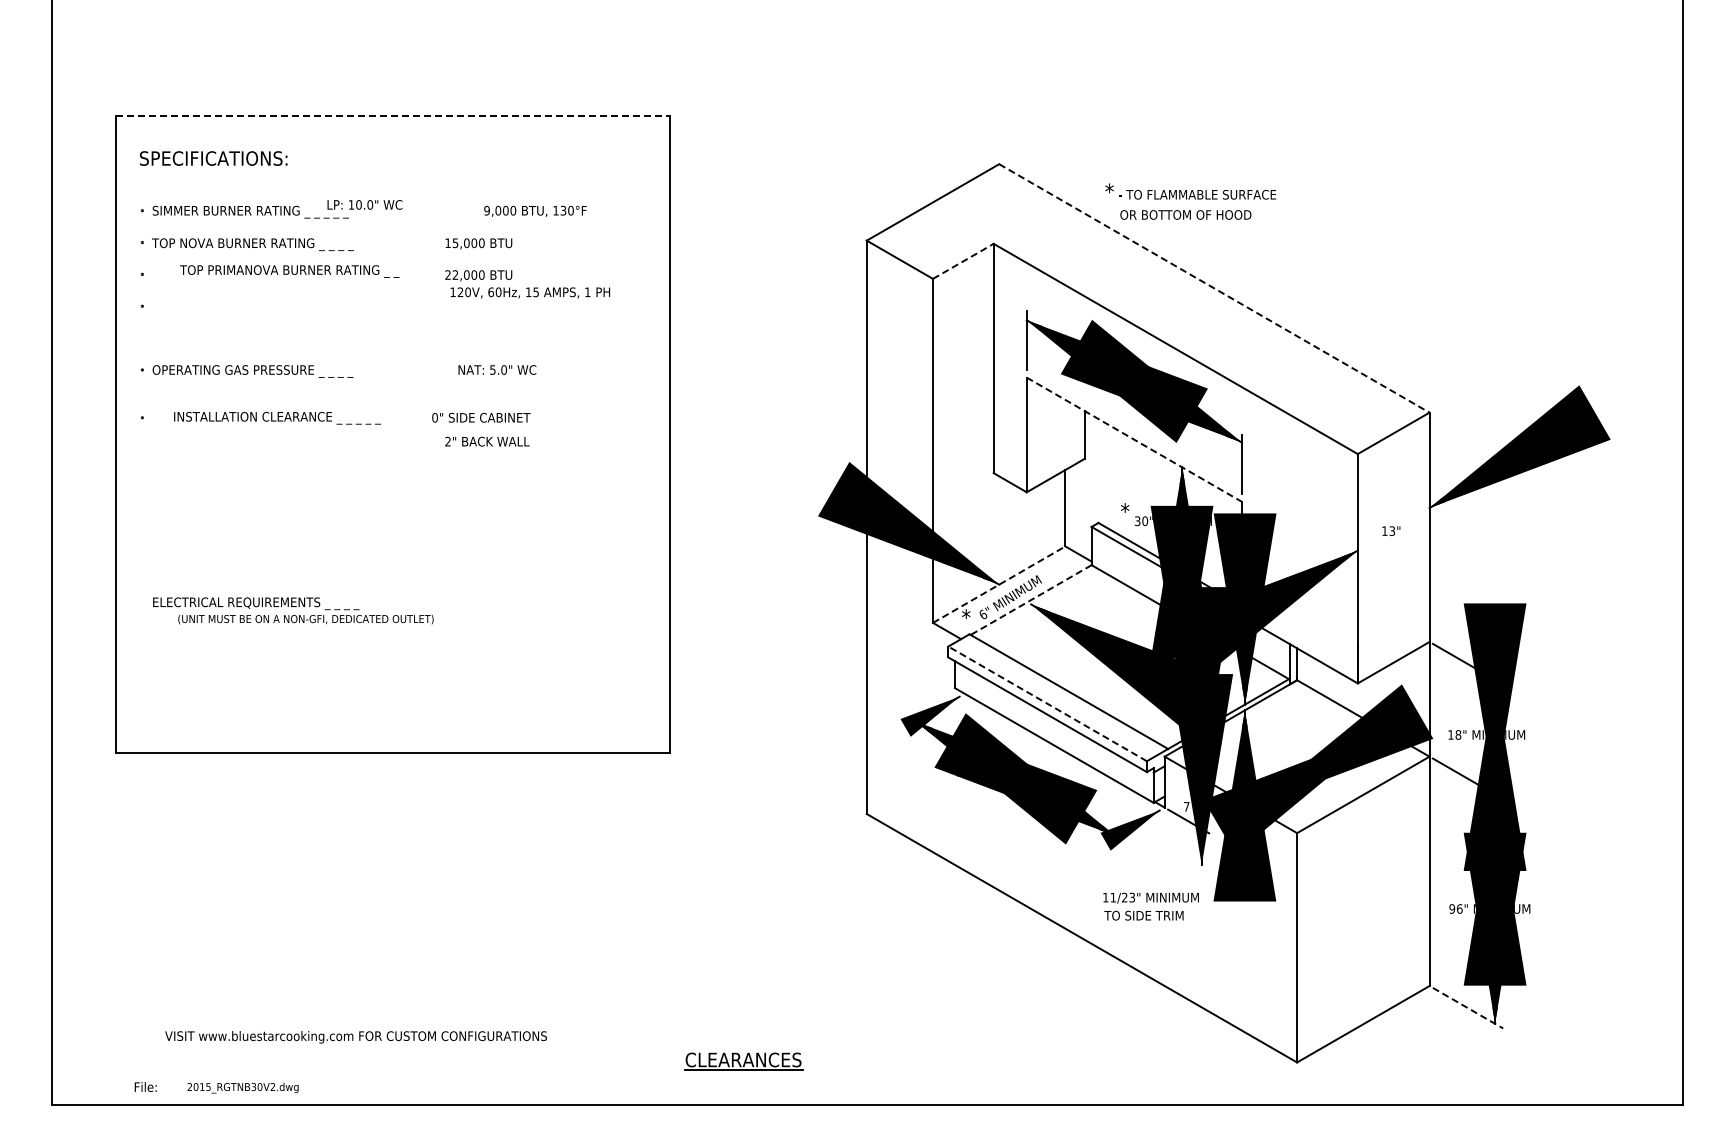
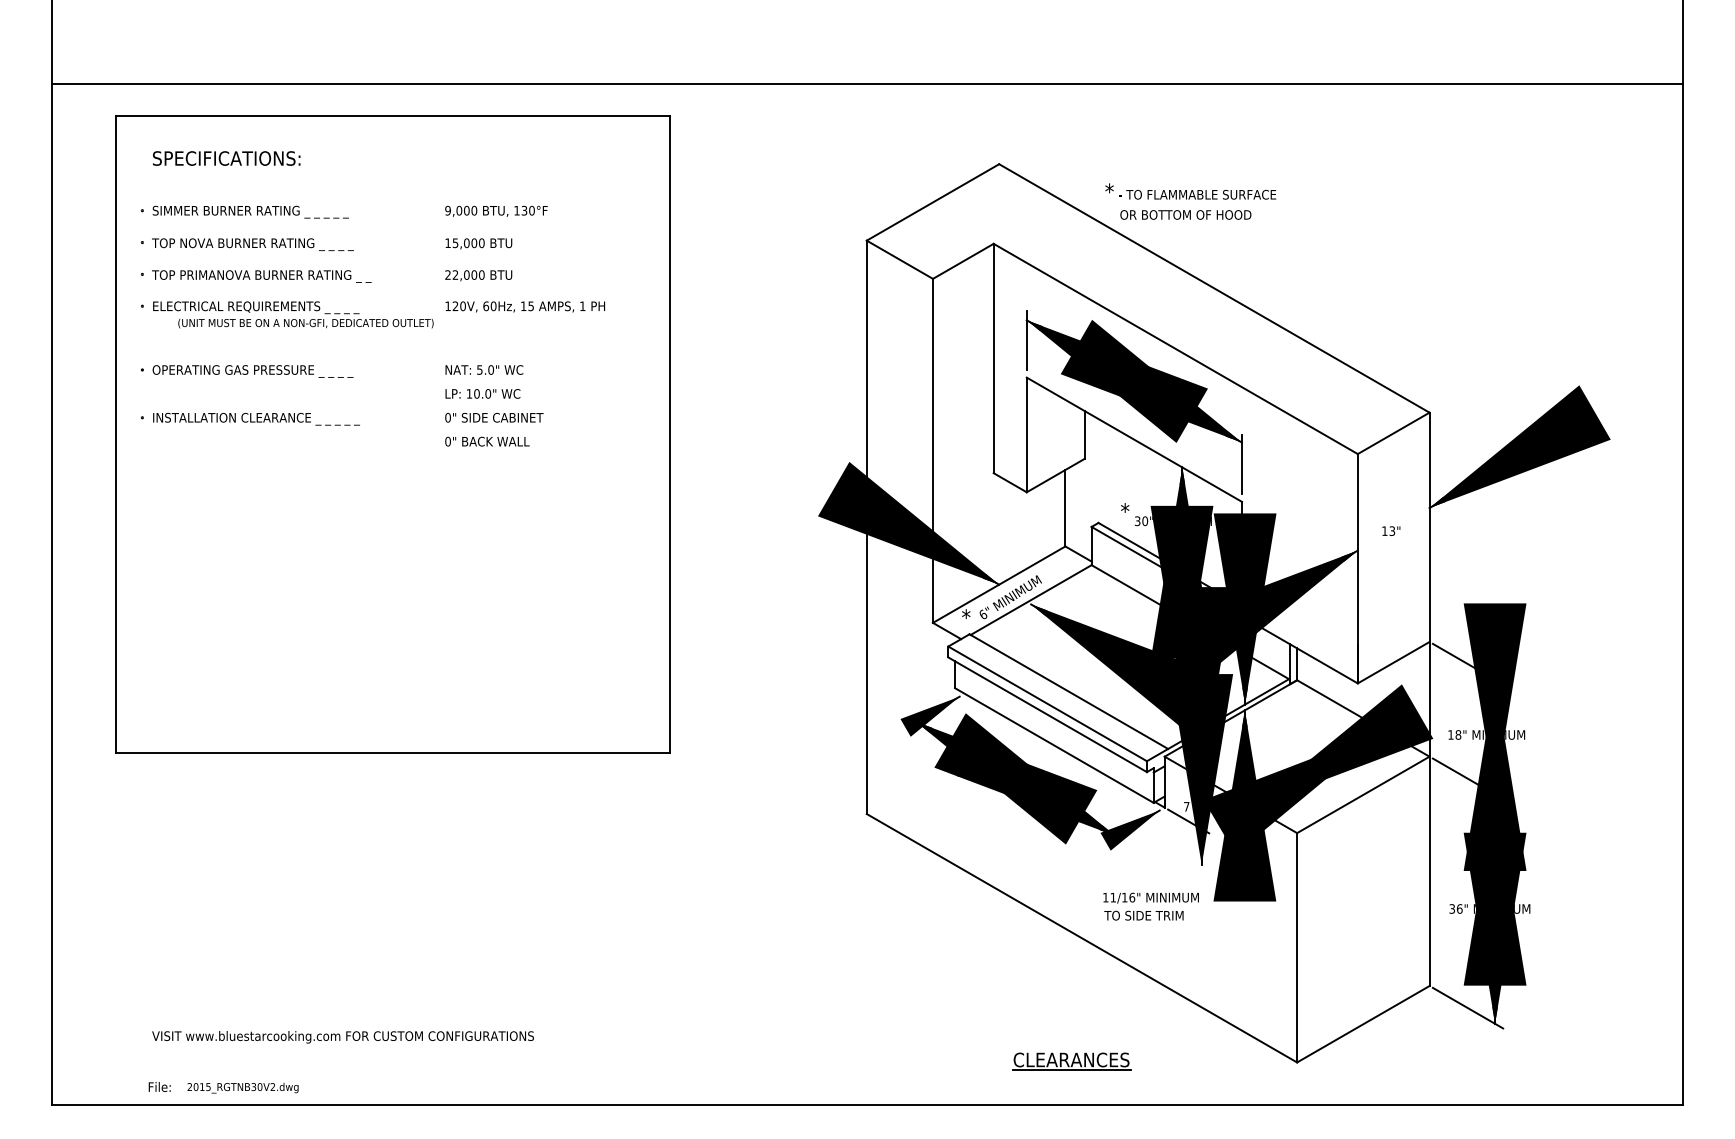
line at (867, 84): none -> present
line at (393, 116): dashed -> solid
text at (213, 158) position: (213, 158) -> (226, 158)
text at (364, 204) position: (364, 204) -> (482, 393)
text at (535, 210) position: (535, 210) -> (496, 210)
line at (963, 261): dashed -> solid
text at (289, 271) position: (289, 271) -> (261, 276)
line at (1214, 288): dashed -> solid
text at (530, 292) position: (530, 292) -> (525, 306)
text at (497, 369) position: (497, 369) -> (484, 369)
text at (277, 417) position: (277, 417) -> (256, 418)
text at (481, 417) position: (481, 417) -> (494, 417)
line at (1134, 439): dashed -> solid
text at (447, 441): 2" -> 0"
line at (999, 584): dashed -> solid
line at (1031, 600): dashed -> solid
text at (293, 610) position: (293, 610) -> (293, 314)
line at (1047, 703): dashed -> solid
text at (1128, 897): 11/23" -> 11/16"
text at (1452, 908): 96" -> 36"
line at (1468, 1008): dashed -> solid
text at (355, 1037) position: (355, 1037) -> (342, 1037)
part at (743, 1061) position: (743, 1061) -> (1071, 1061)
text at (145, 1086) position: (145, 1086) -> (159, 1086)
